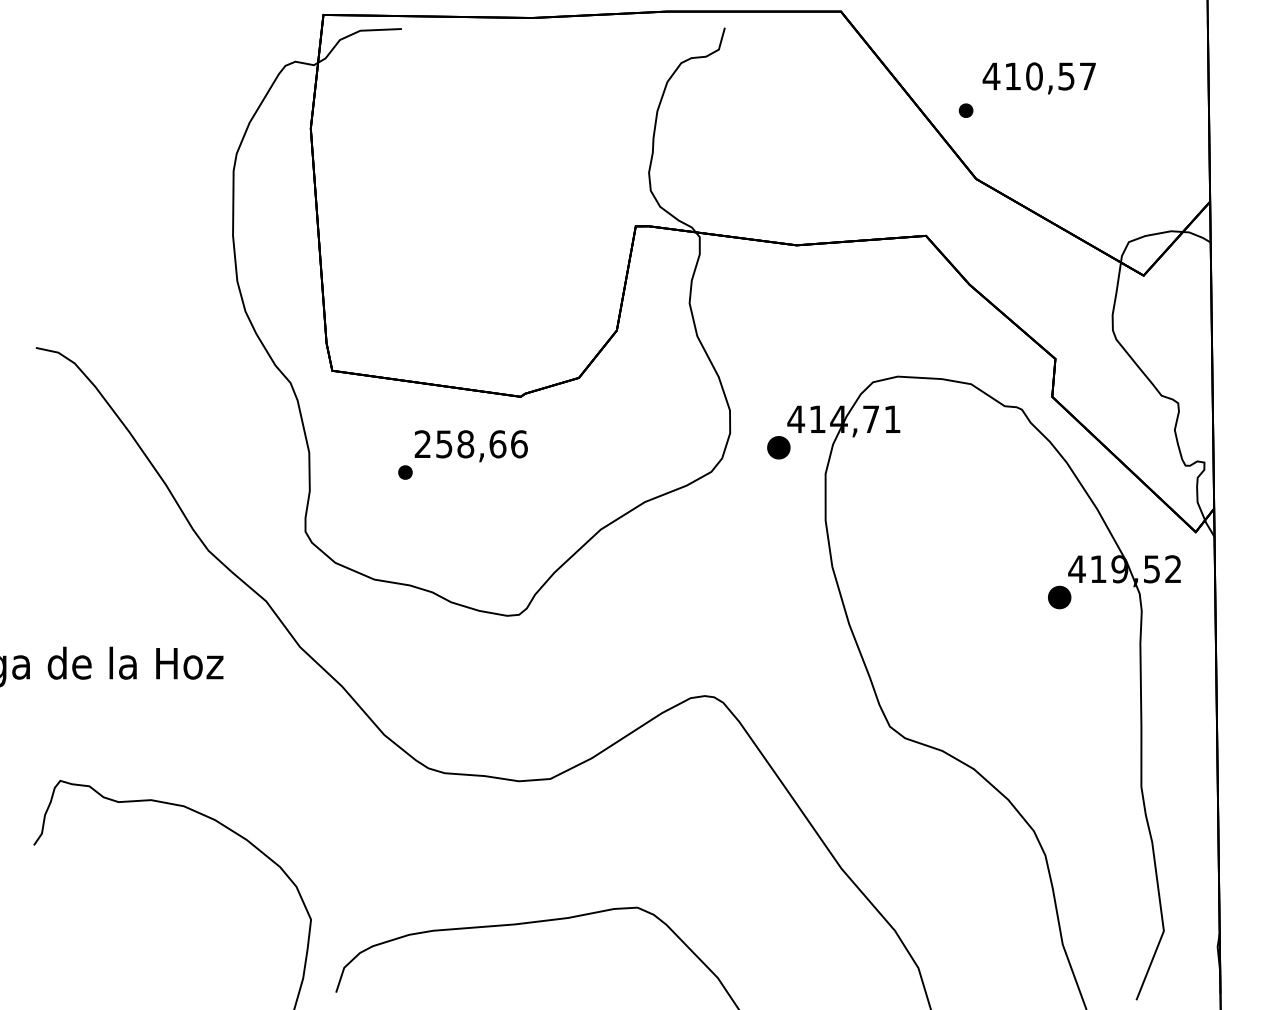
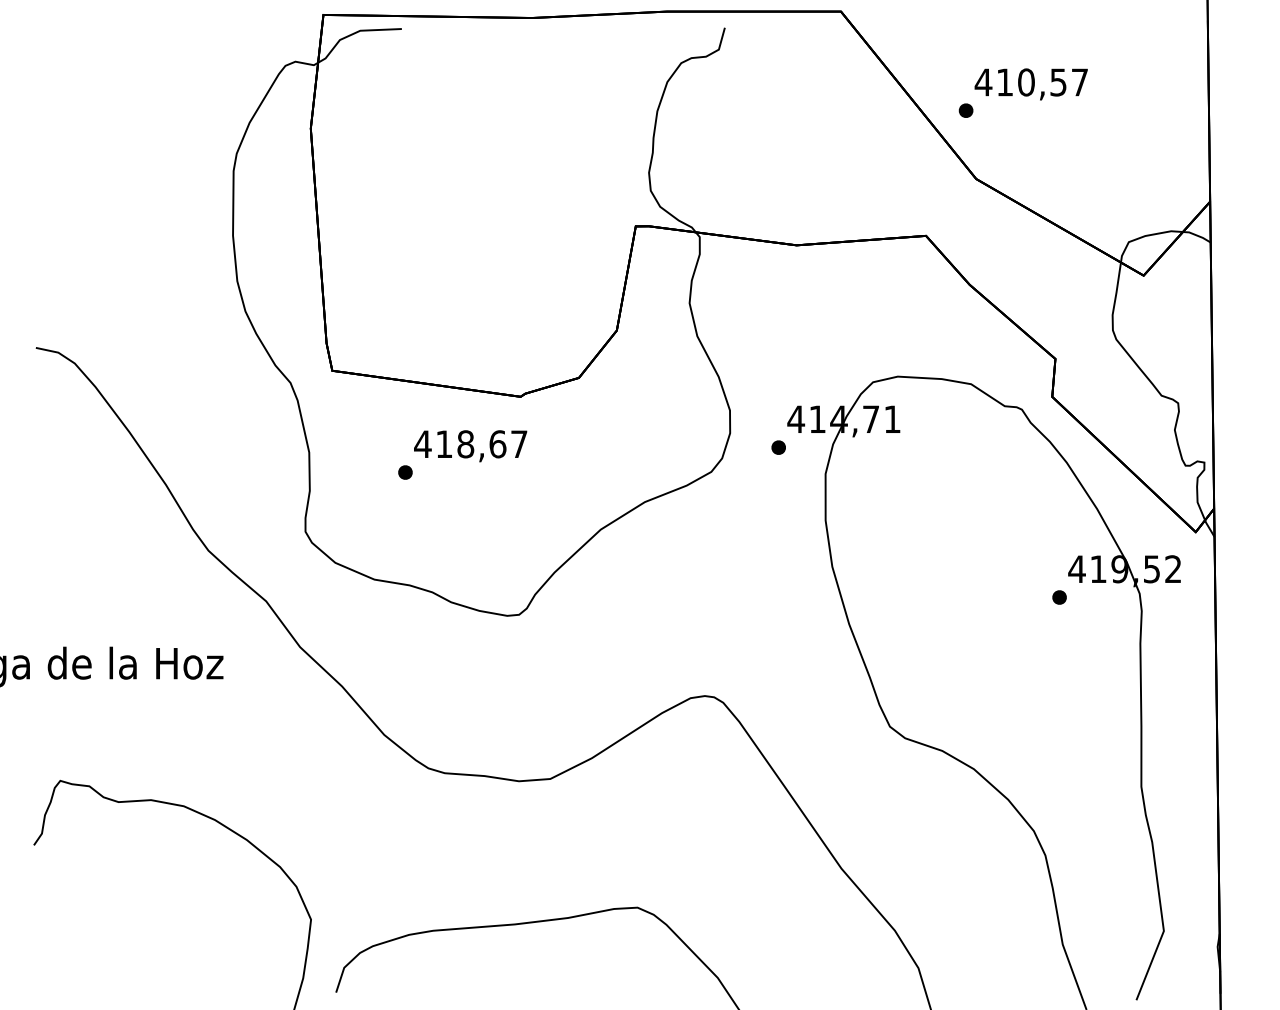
text at (1038, 78) position: (1038, 78) -> (1030, 84)
text at (470, 444): 258,66 -> 418,67
part at (778, 447) size: 24x24 px -> 15x15 px
part at (1059, 597) size: 24x25 px -> 15x15 px
